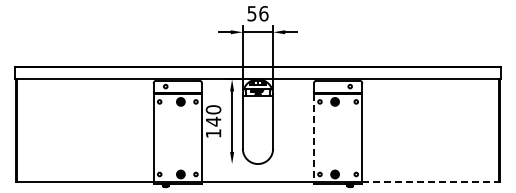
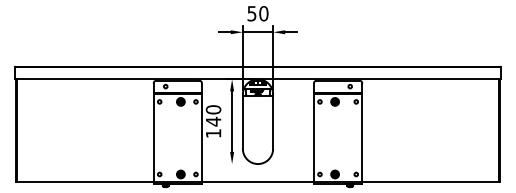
text at (263, 13): 56 -> 50
line at (313, 138): dashed -> solid
line at (431, 182): dashed -> solid
